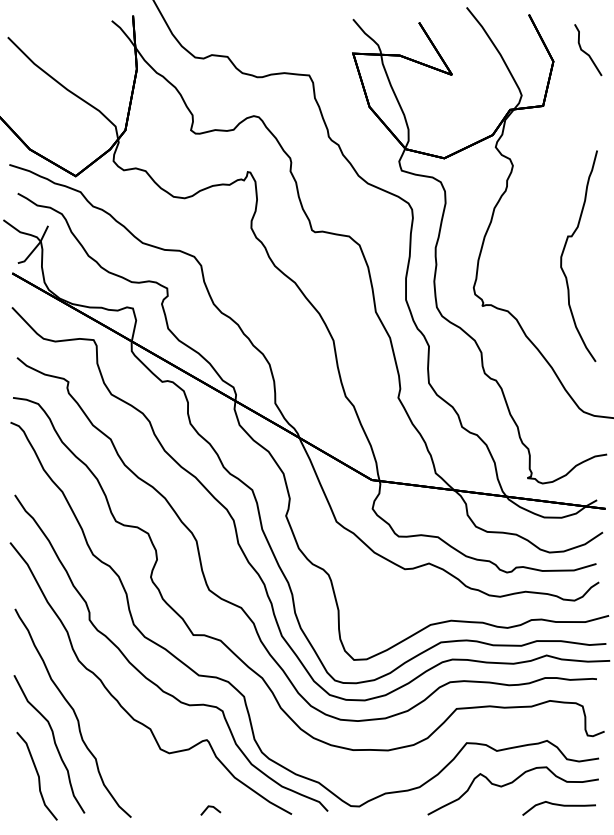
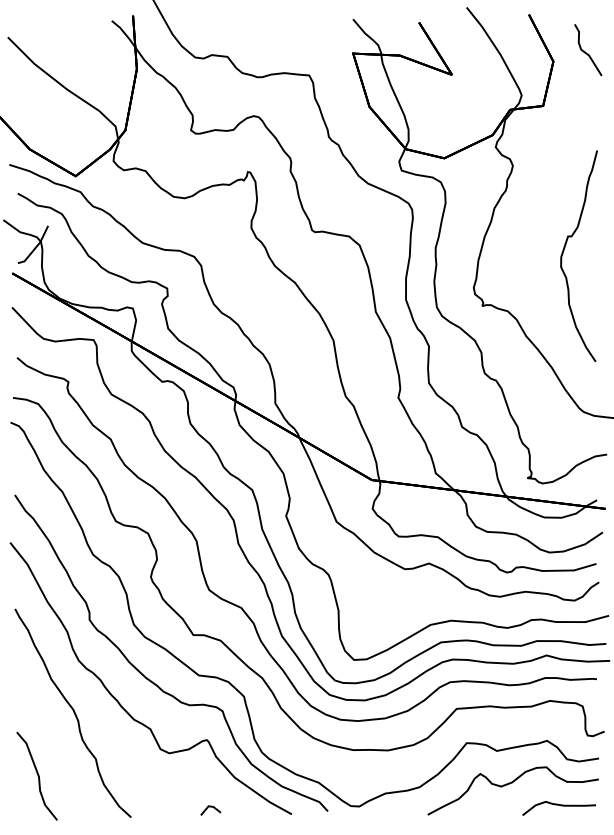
part at (49, 744): present -> none
